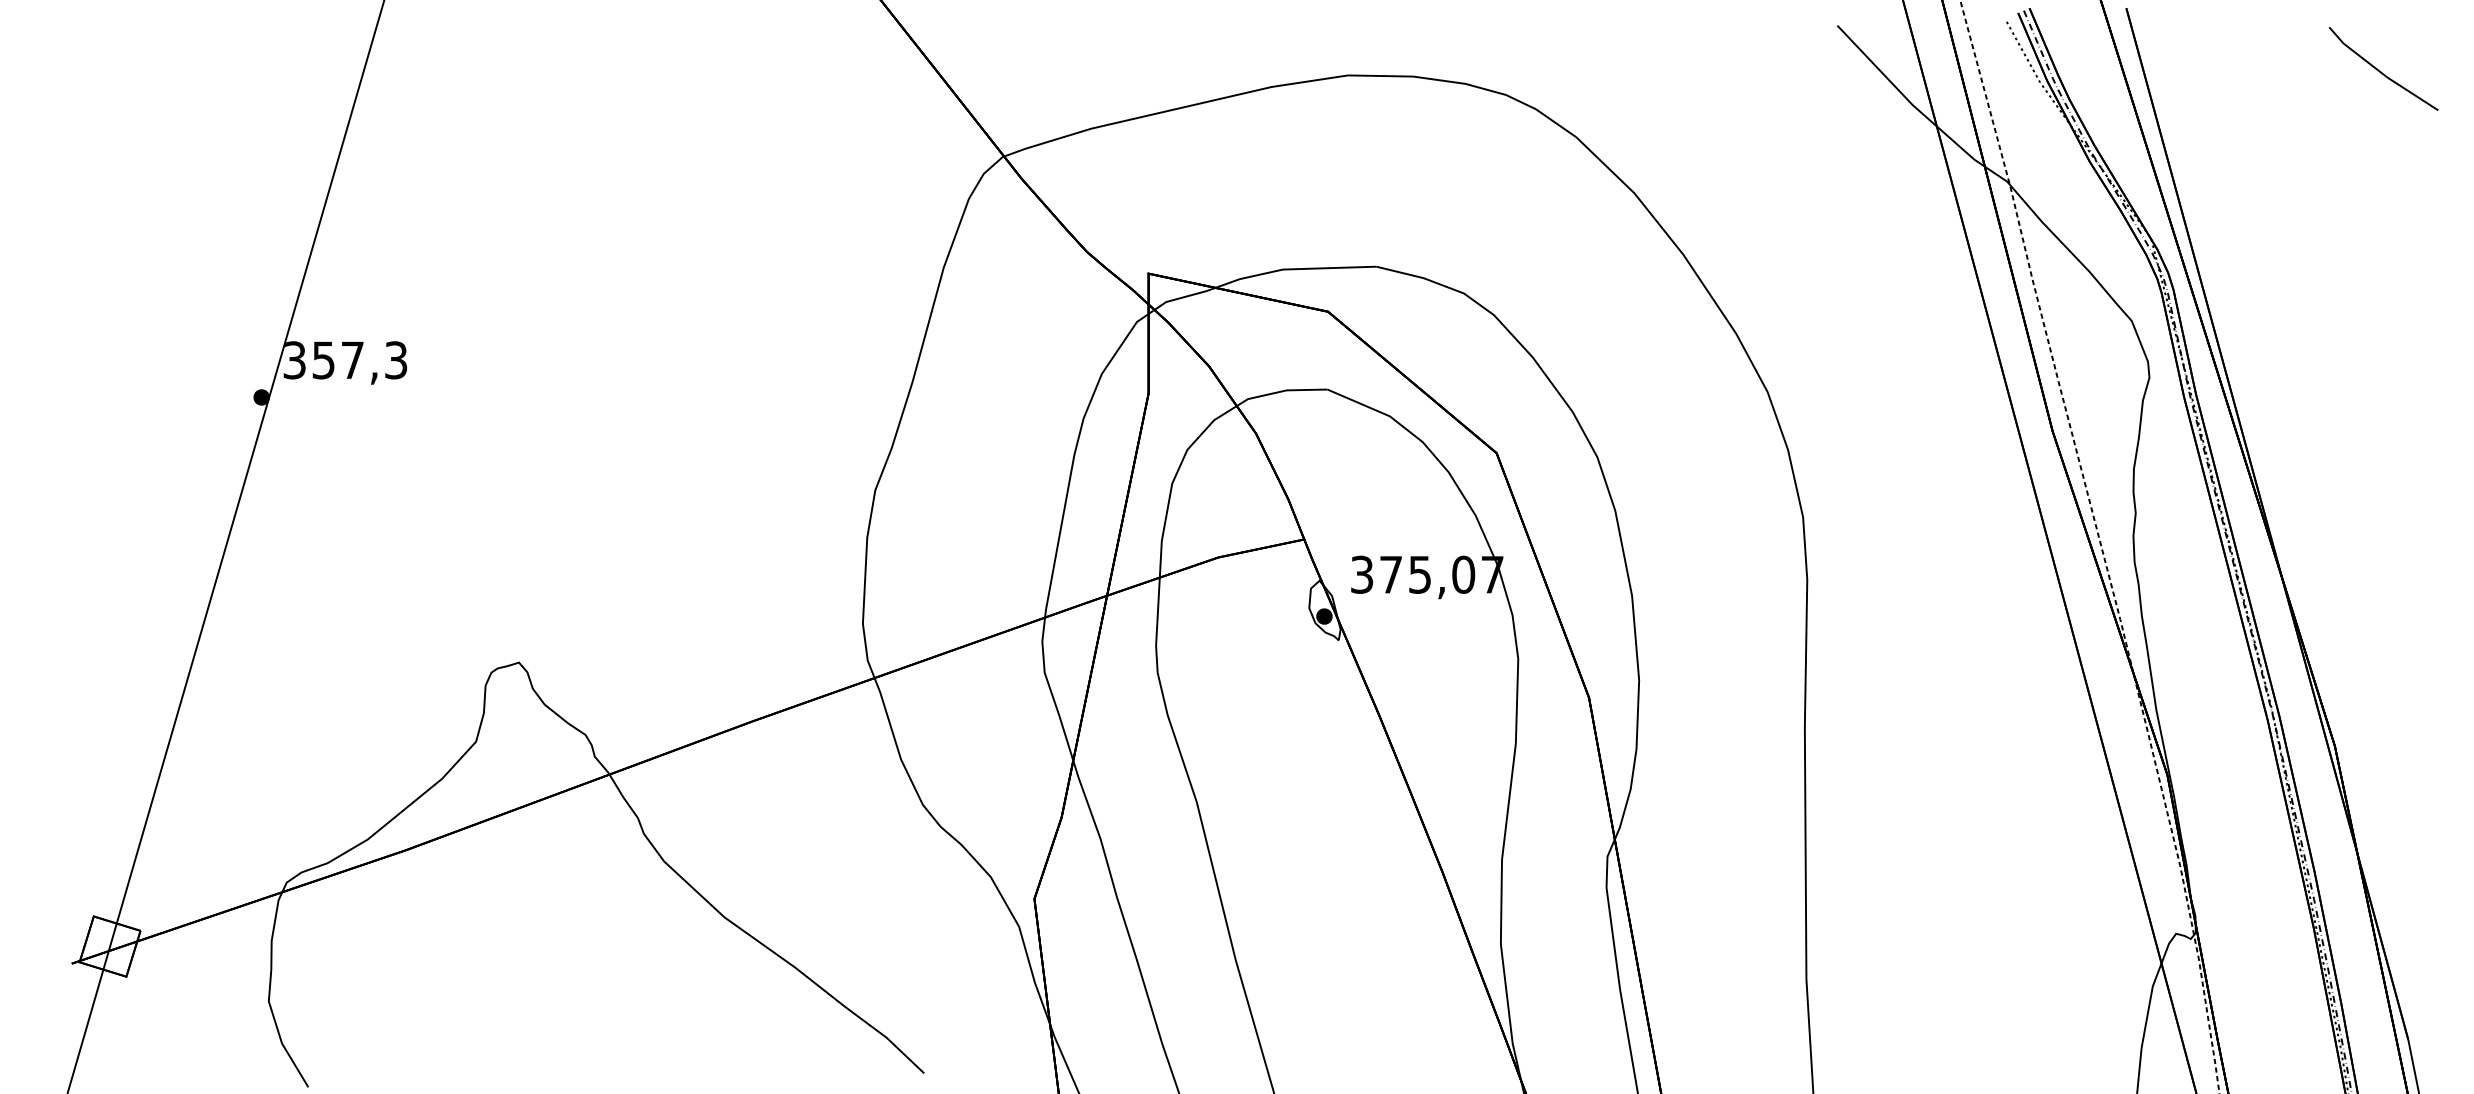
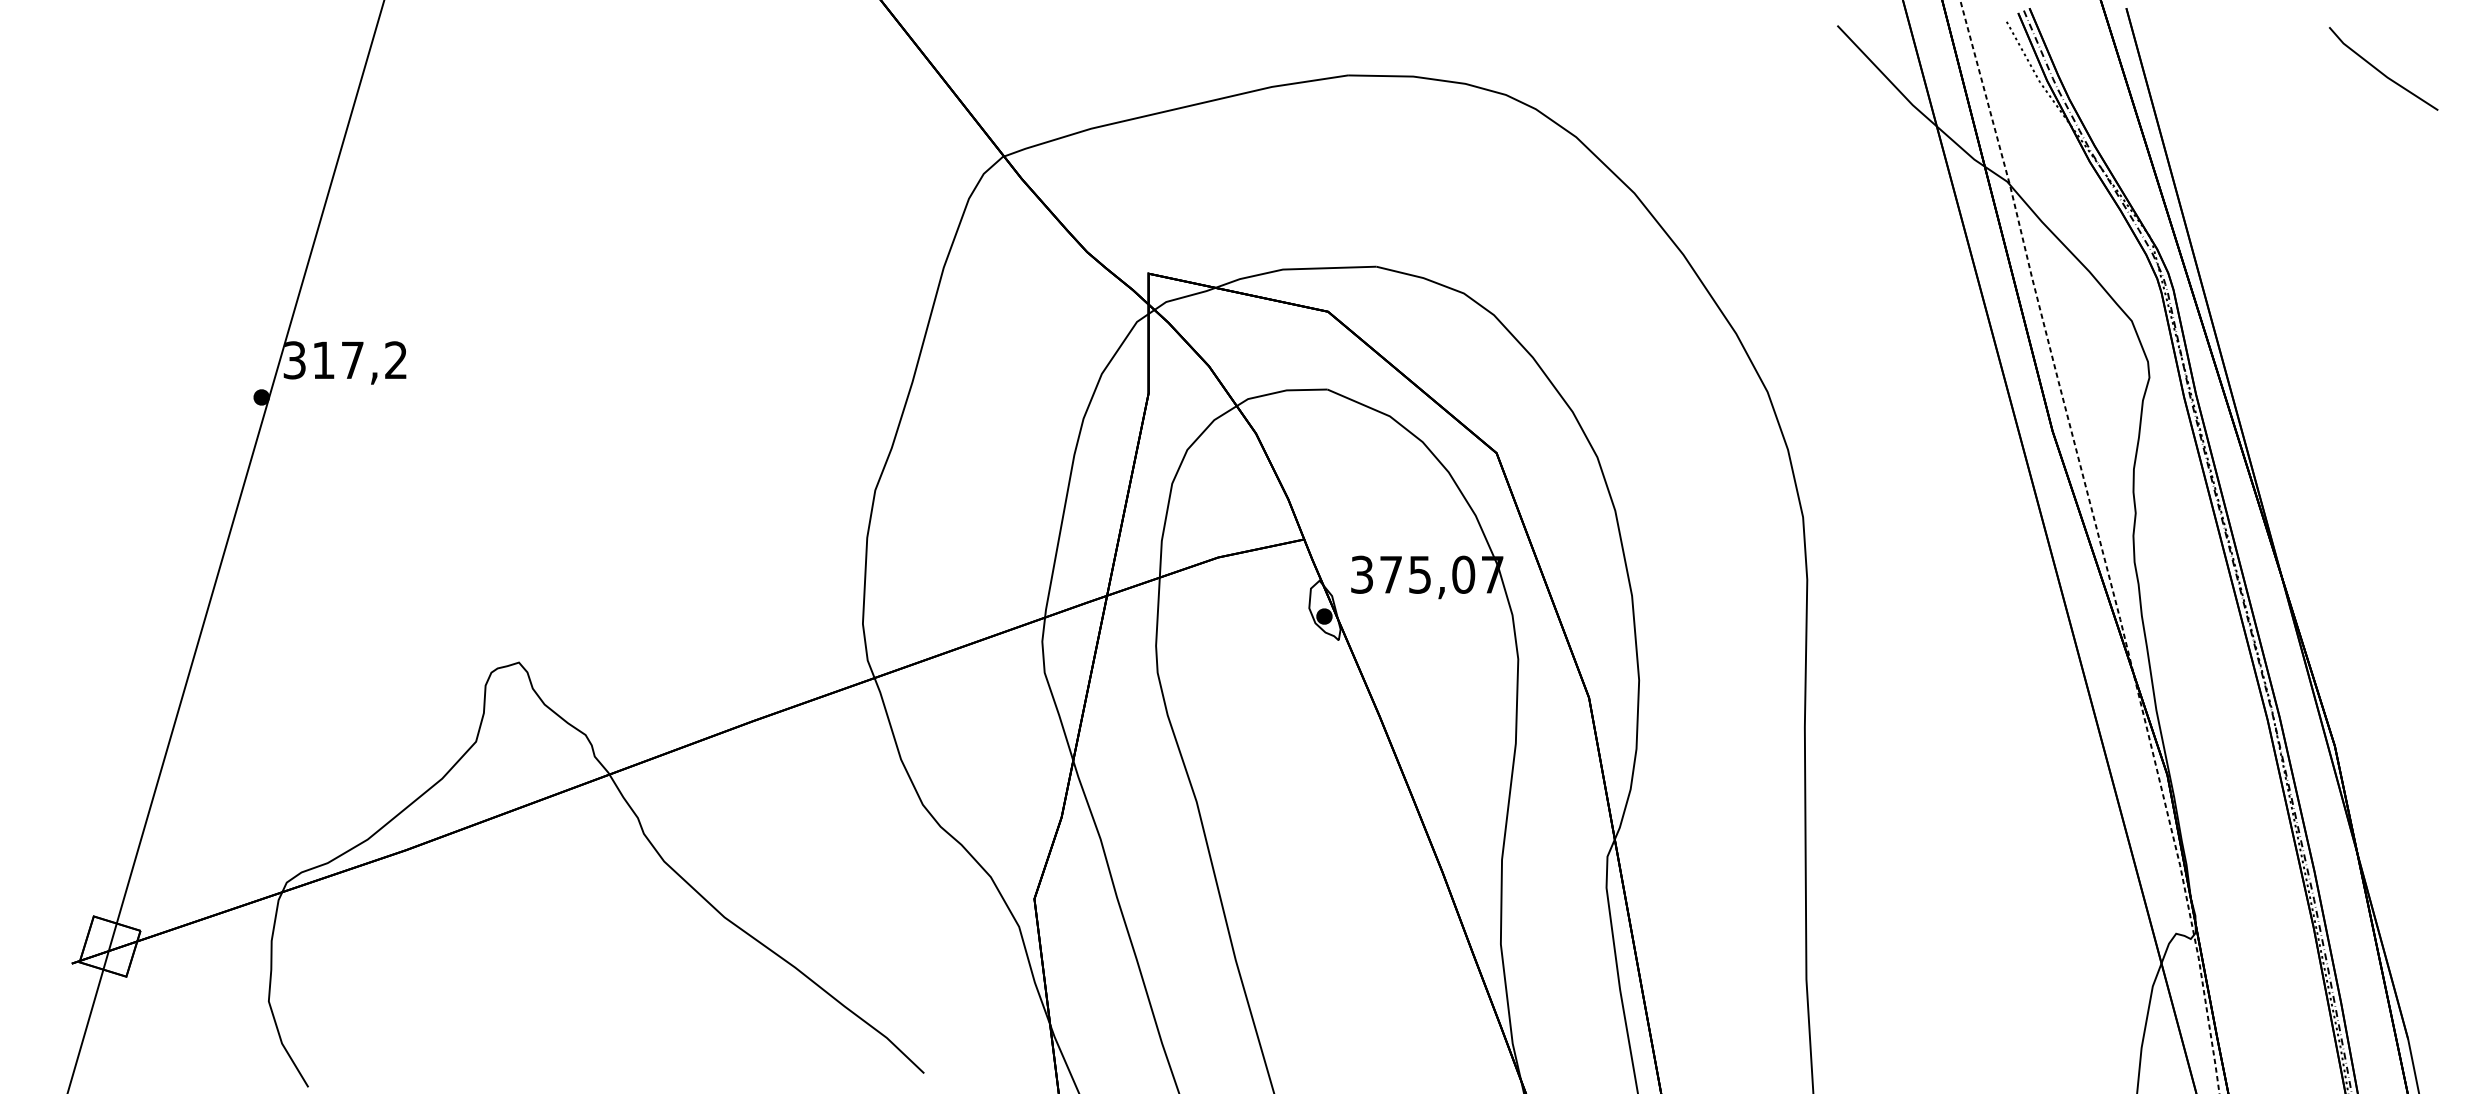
text at (359, 360): 357,3 -> 317,2
